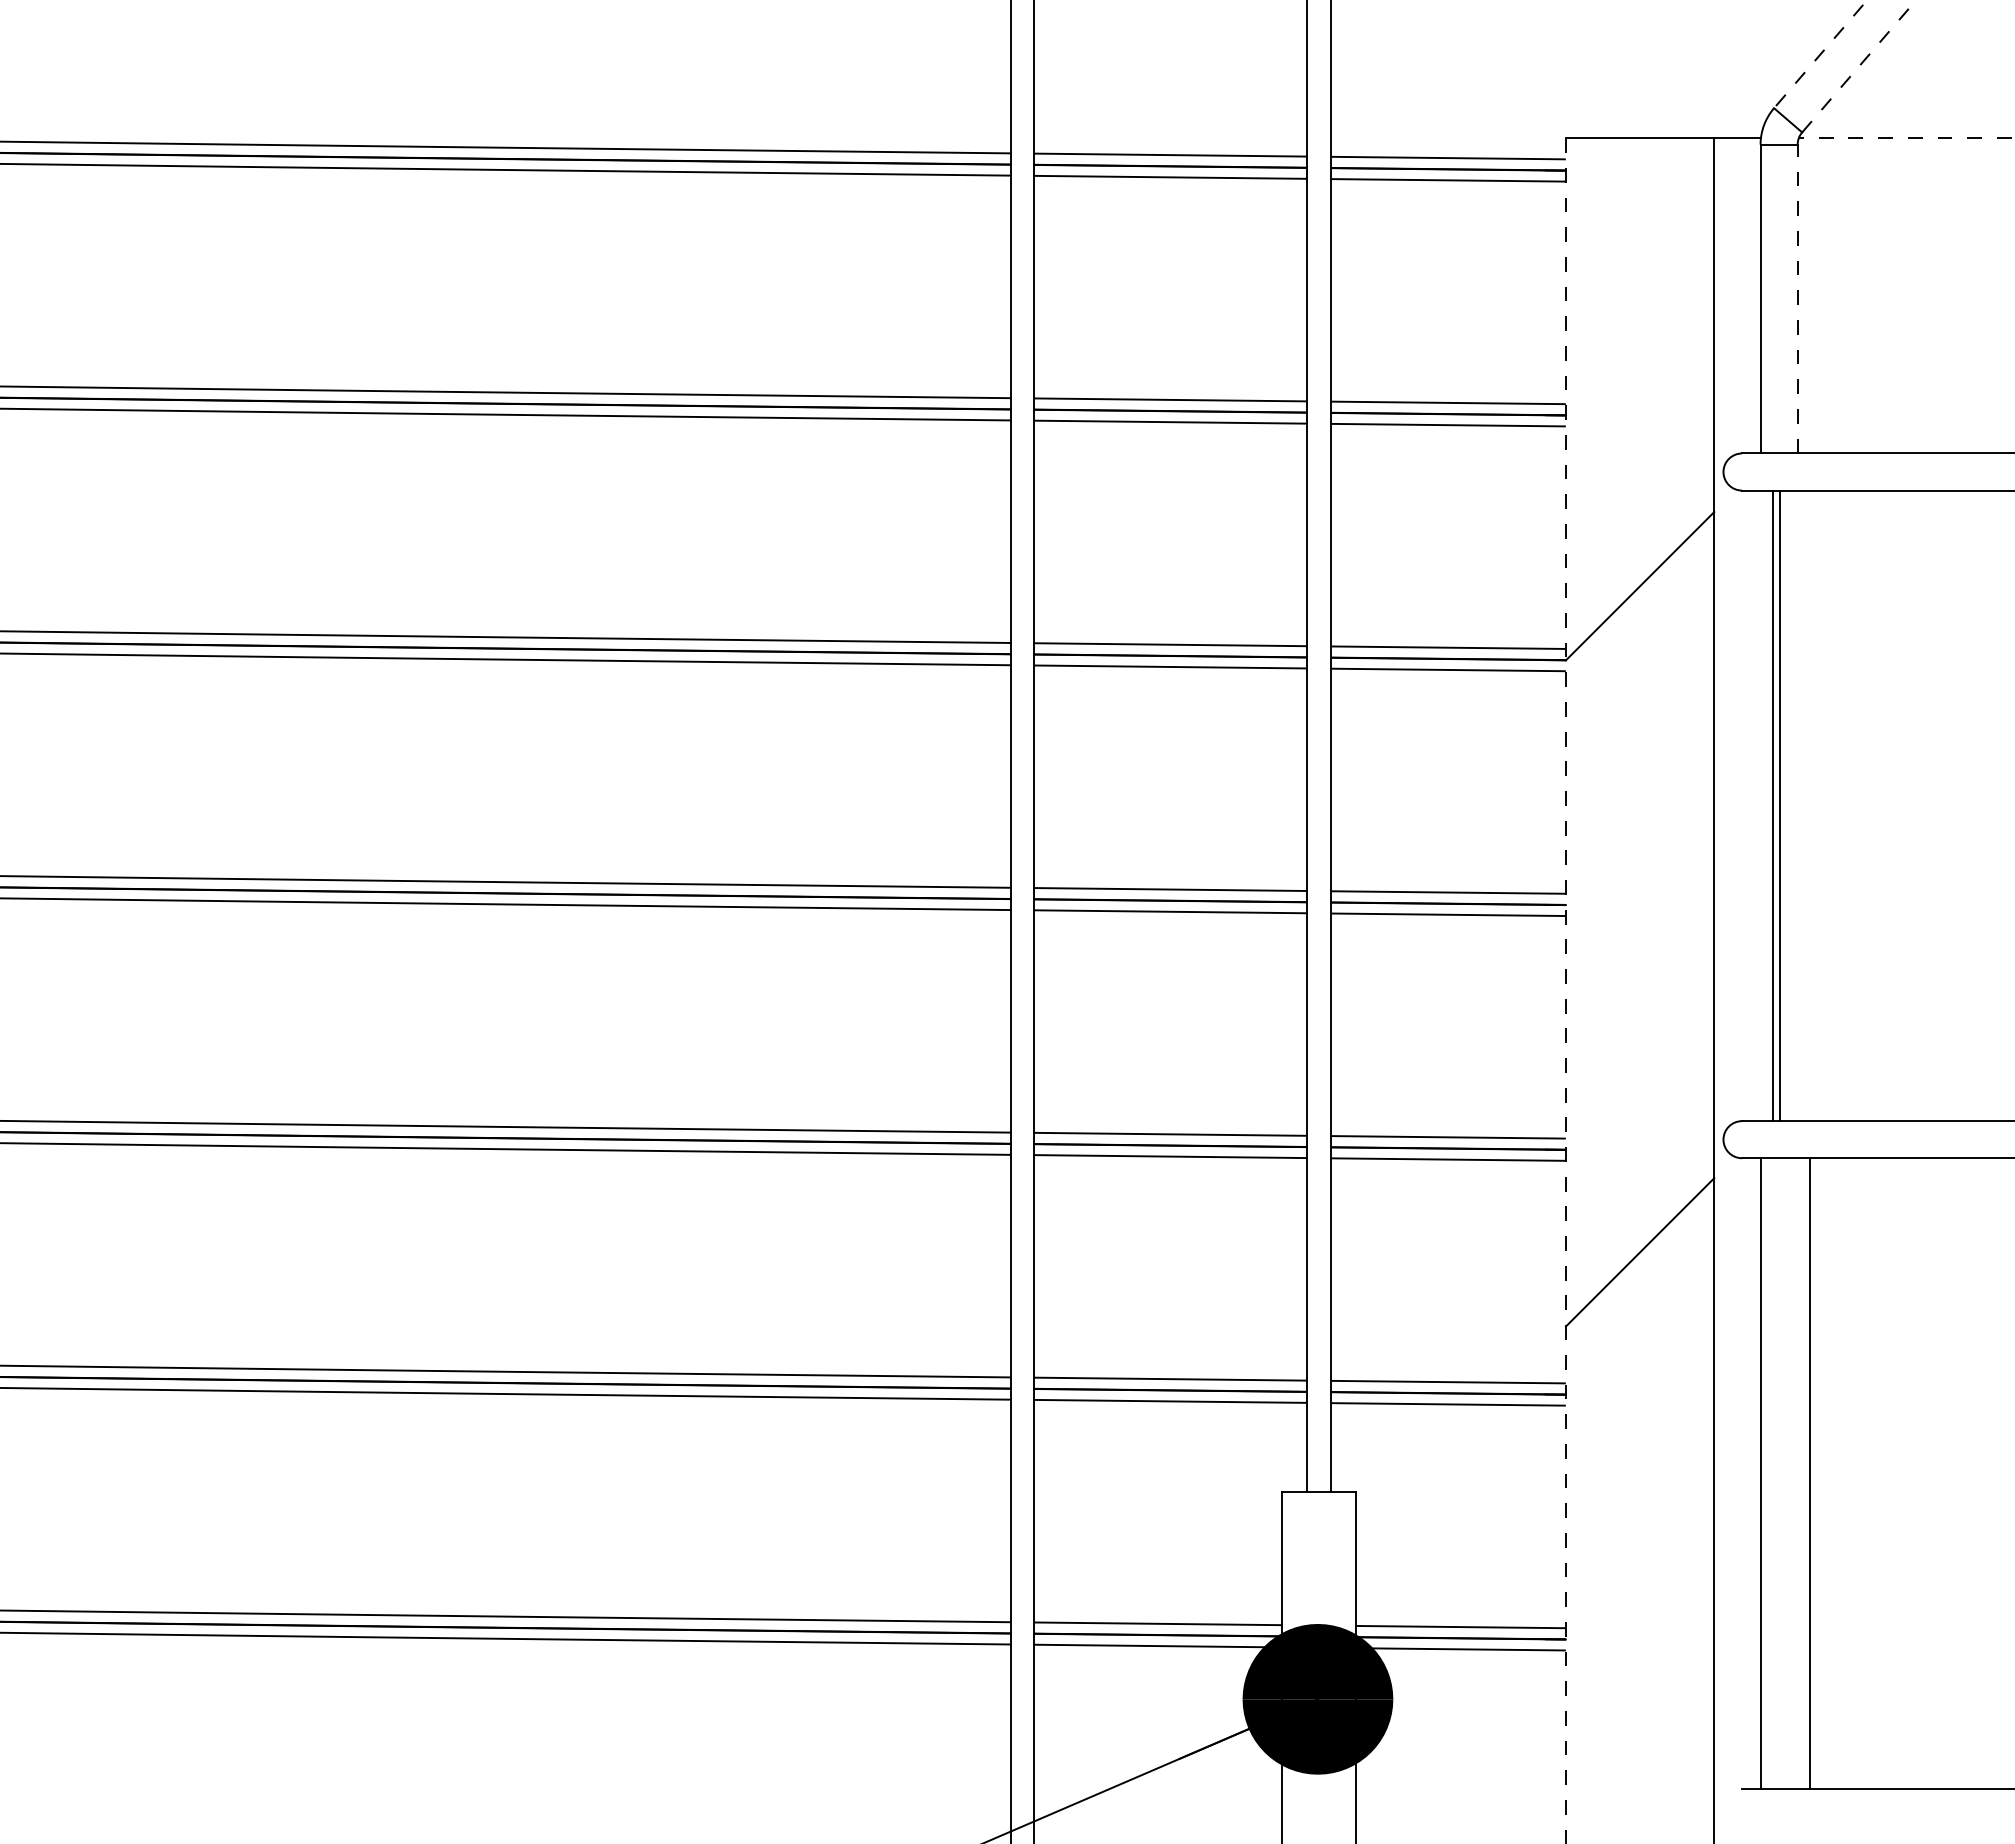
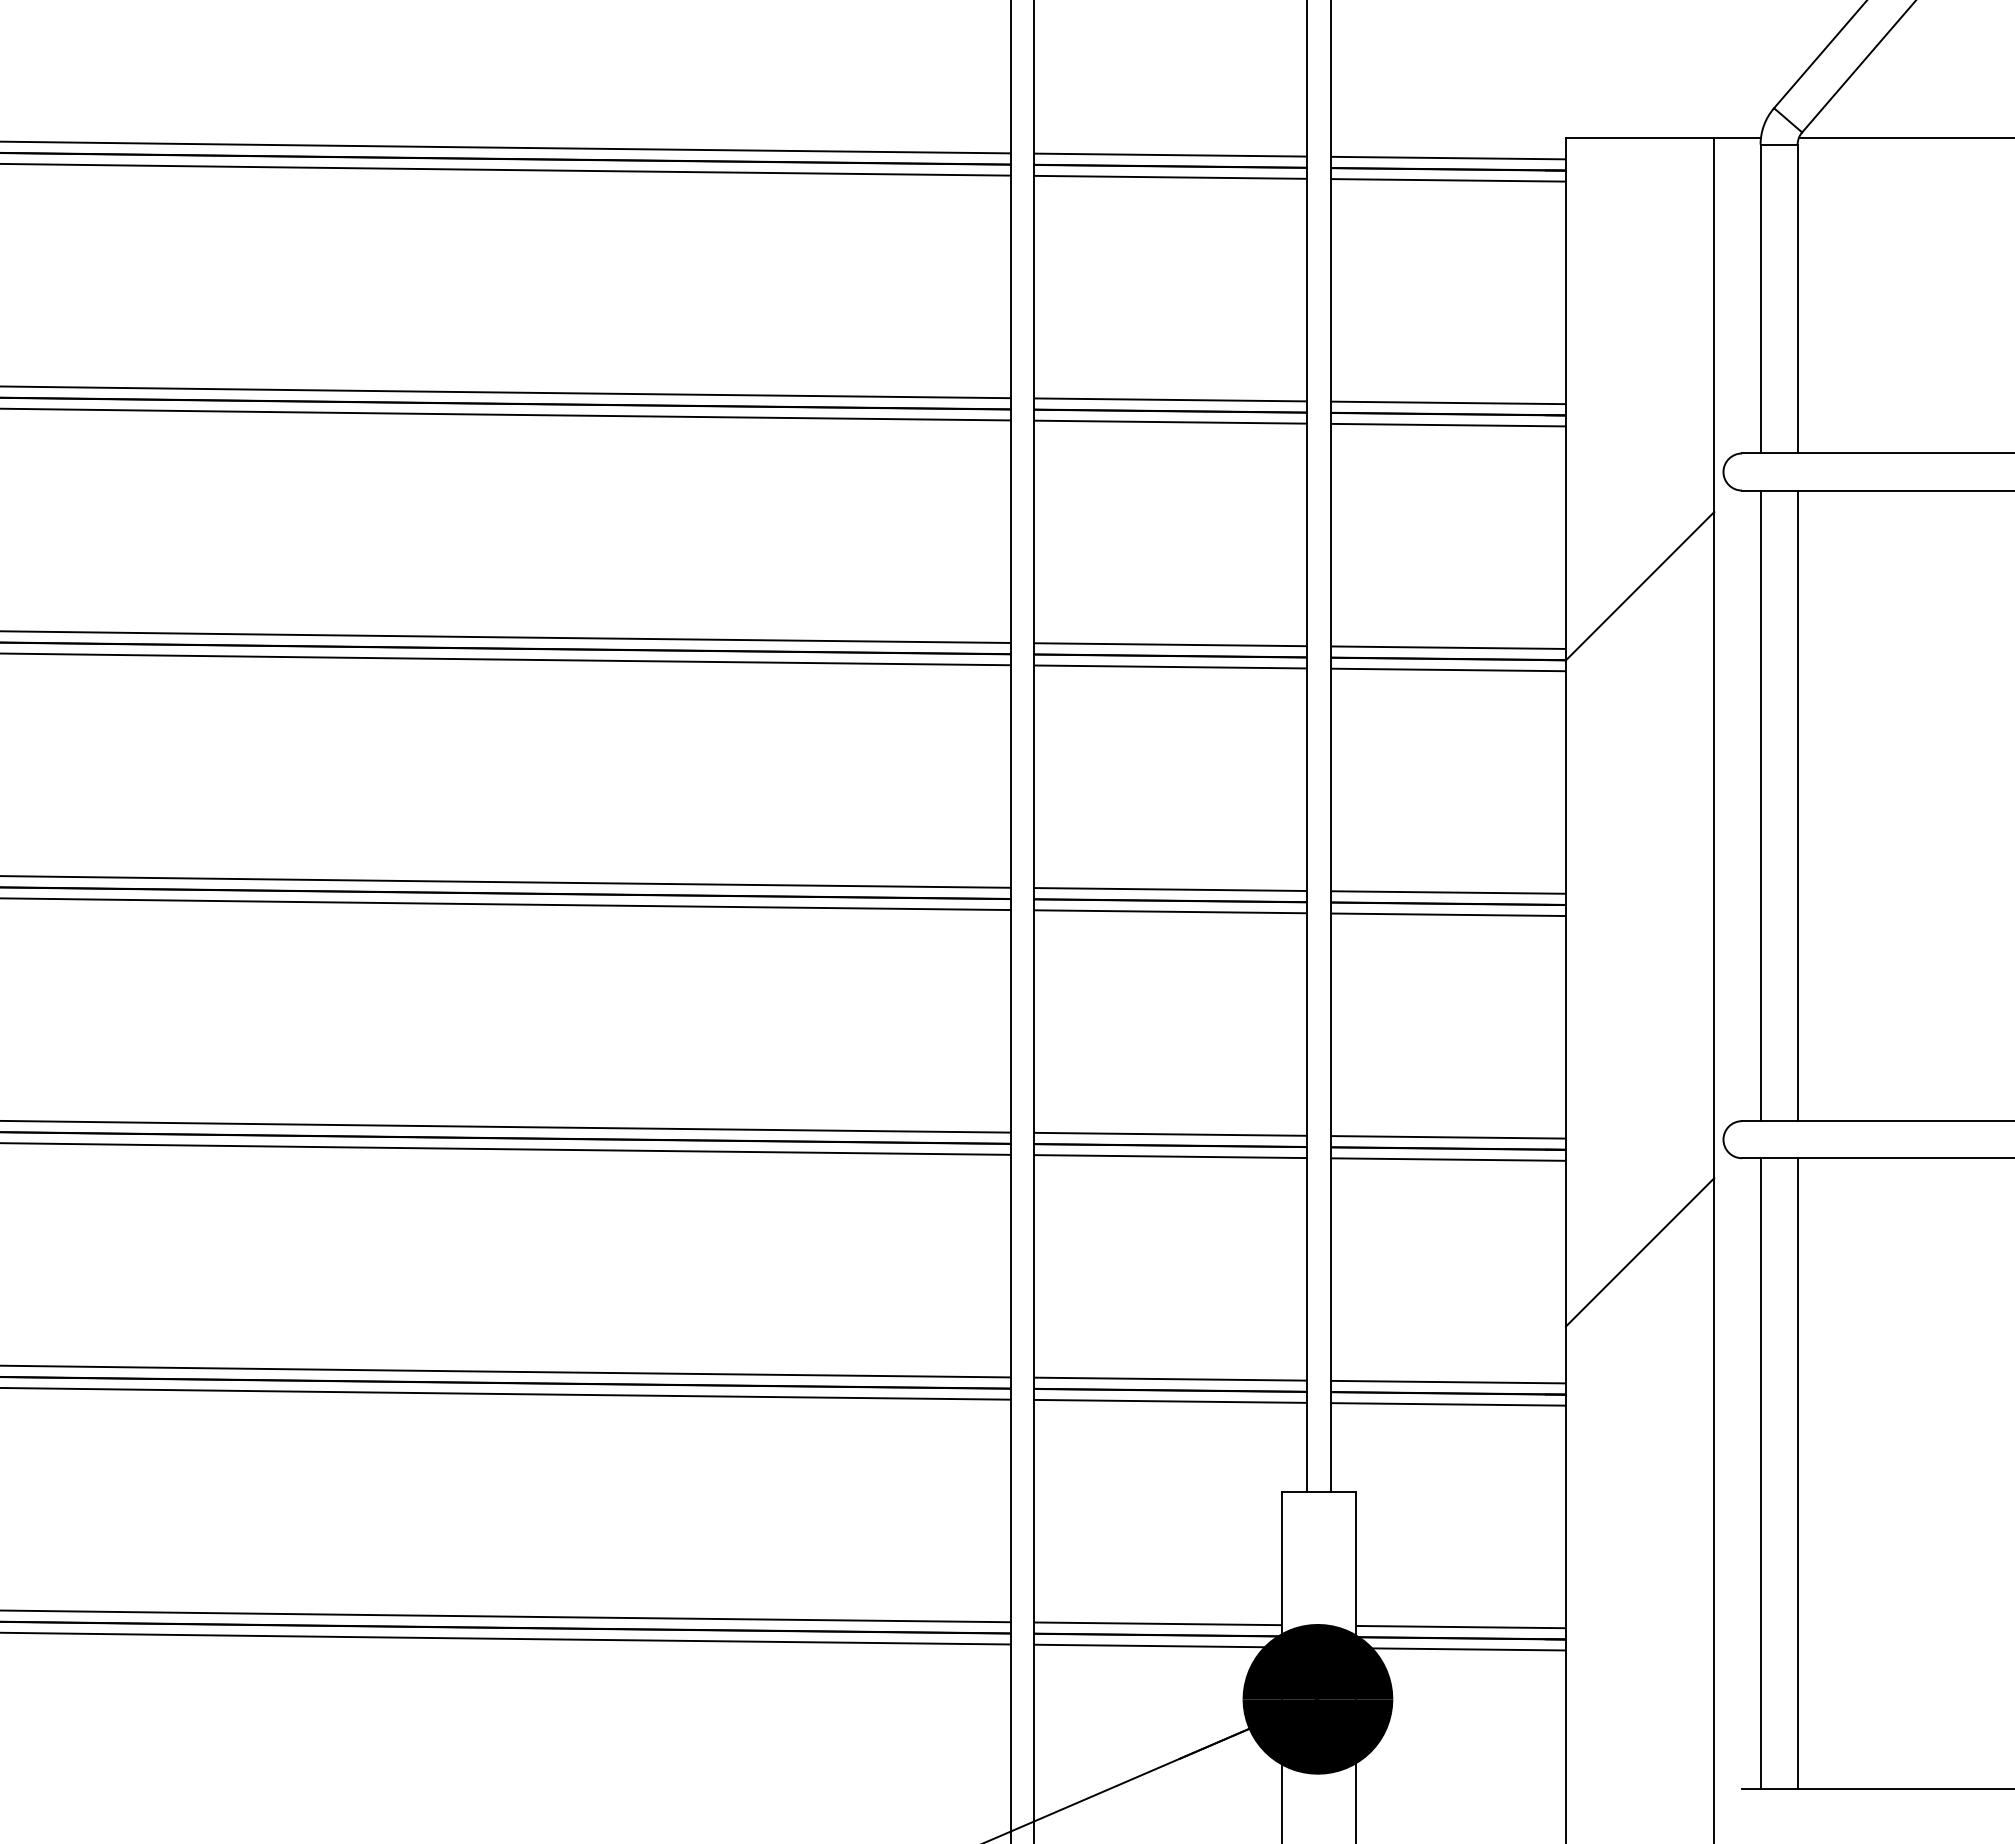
line at (1820, 54): dashed -> solid
line at (1858, 66): dashed -> solid
line at (1906, 138): dashed -> solid
line at (1797, 298): dashed -> solid
line at (1772, 805) position: (1772, 805) -> (1760, 805)
line at (1779, 805) position: (1779, 805) -> (1797, 805)
line at (1565, 991): dashed -> solid
line at (1809, 1473) position: (1809, 1473) -> (1797, 1473)
